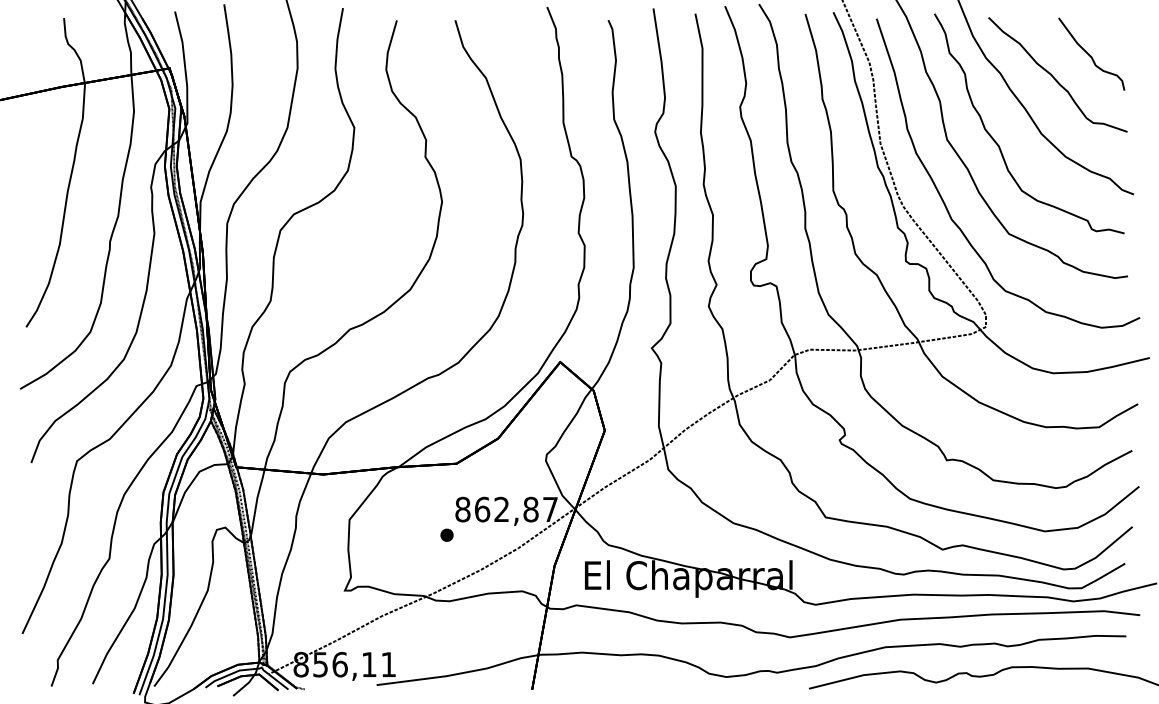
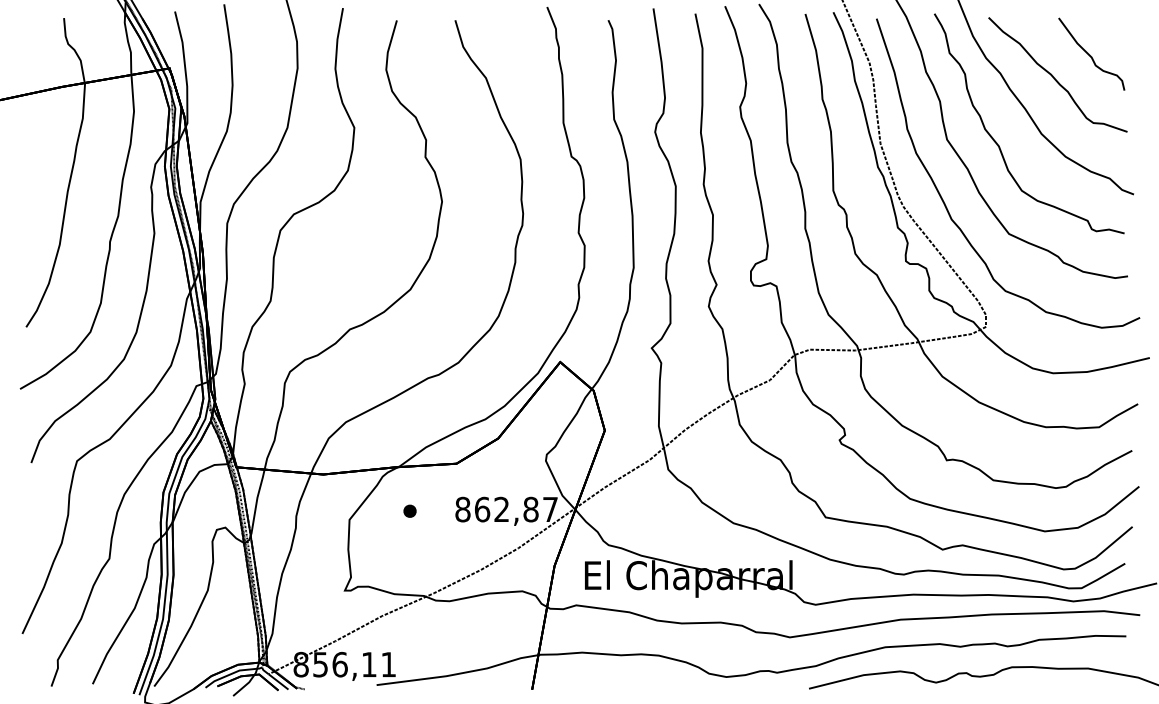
part at (446, 534) position: (446, 534) -> (409, 510)
